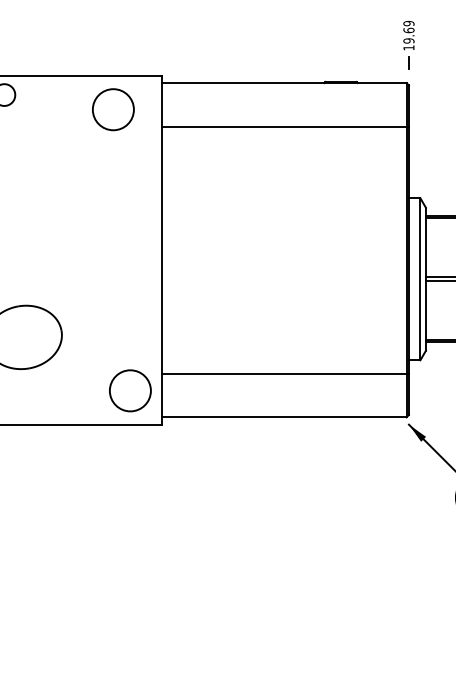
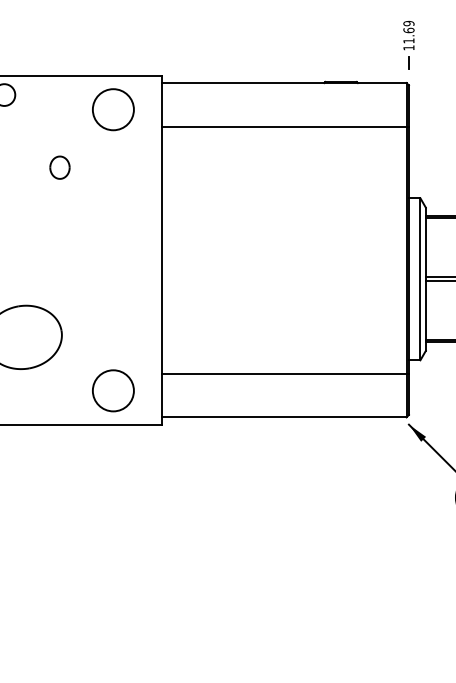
text at (408, 40): 19.69 -> 11.69
part at (59, 167): none -> present
circle at (130, 390) position: (130, 390) -> (113, 390)
